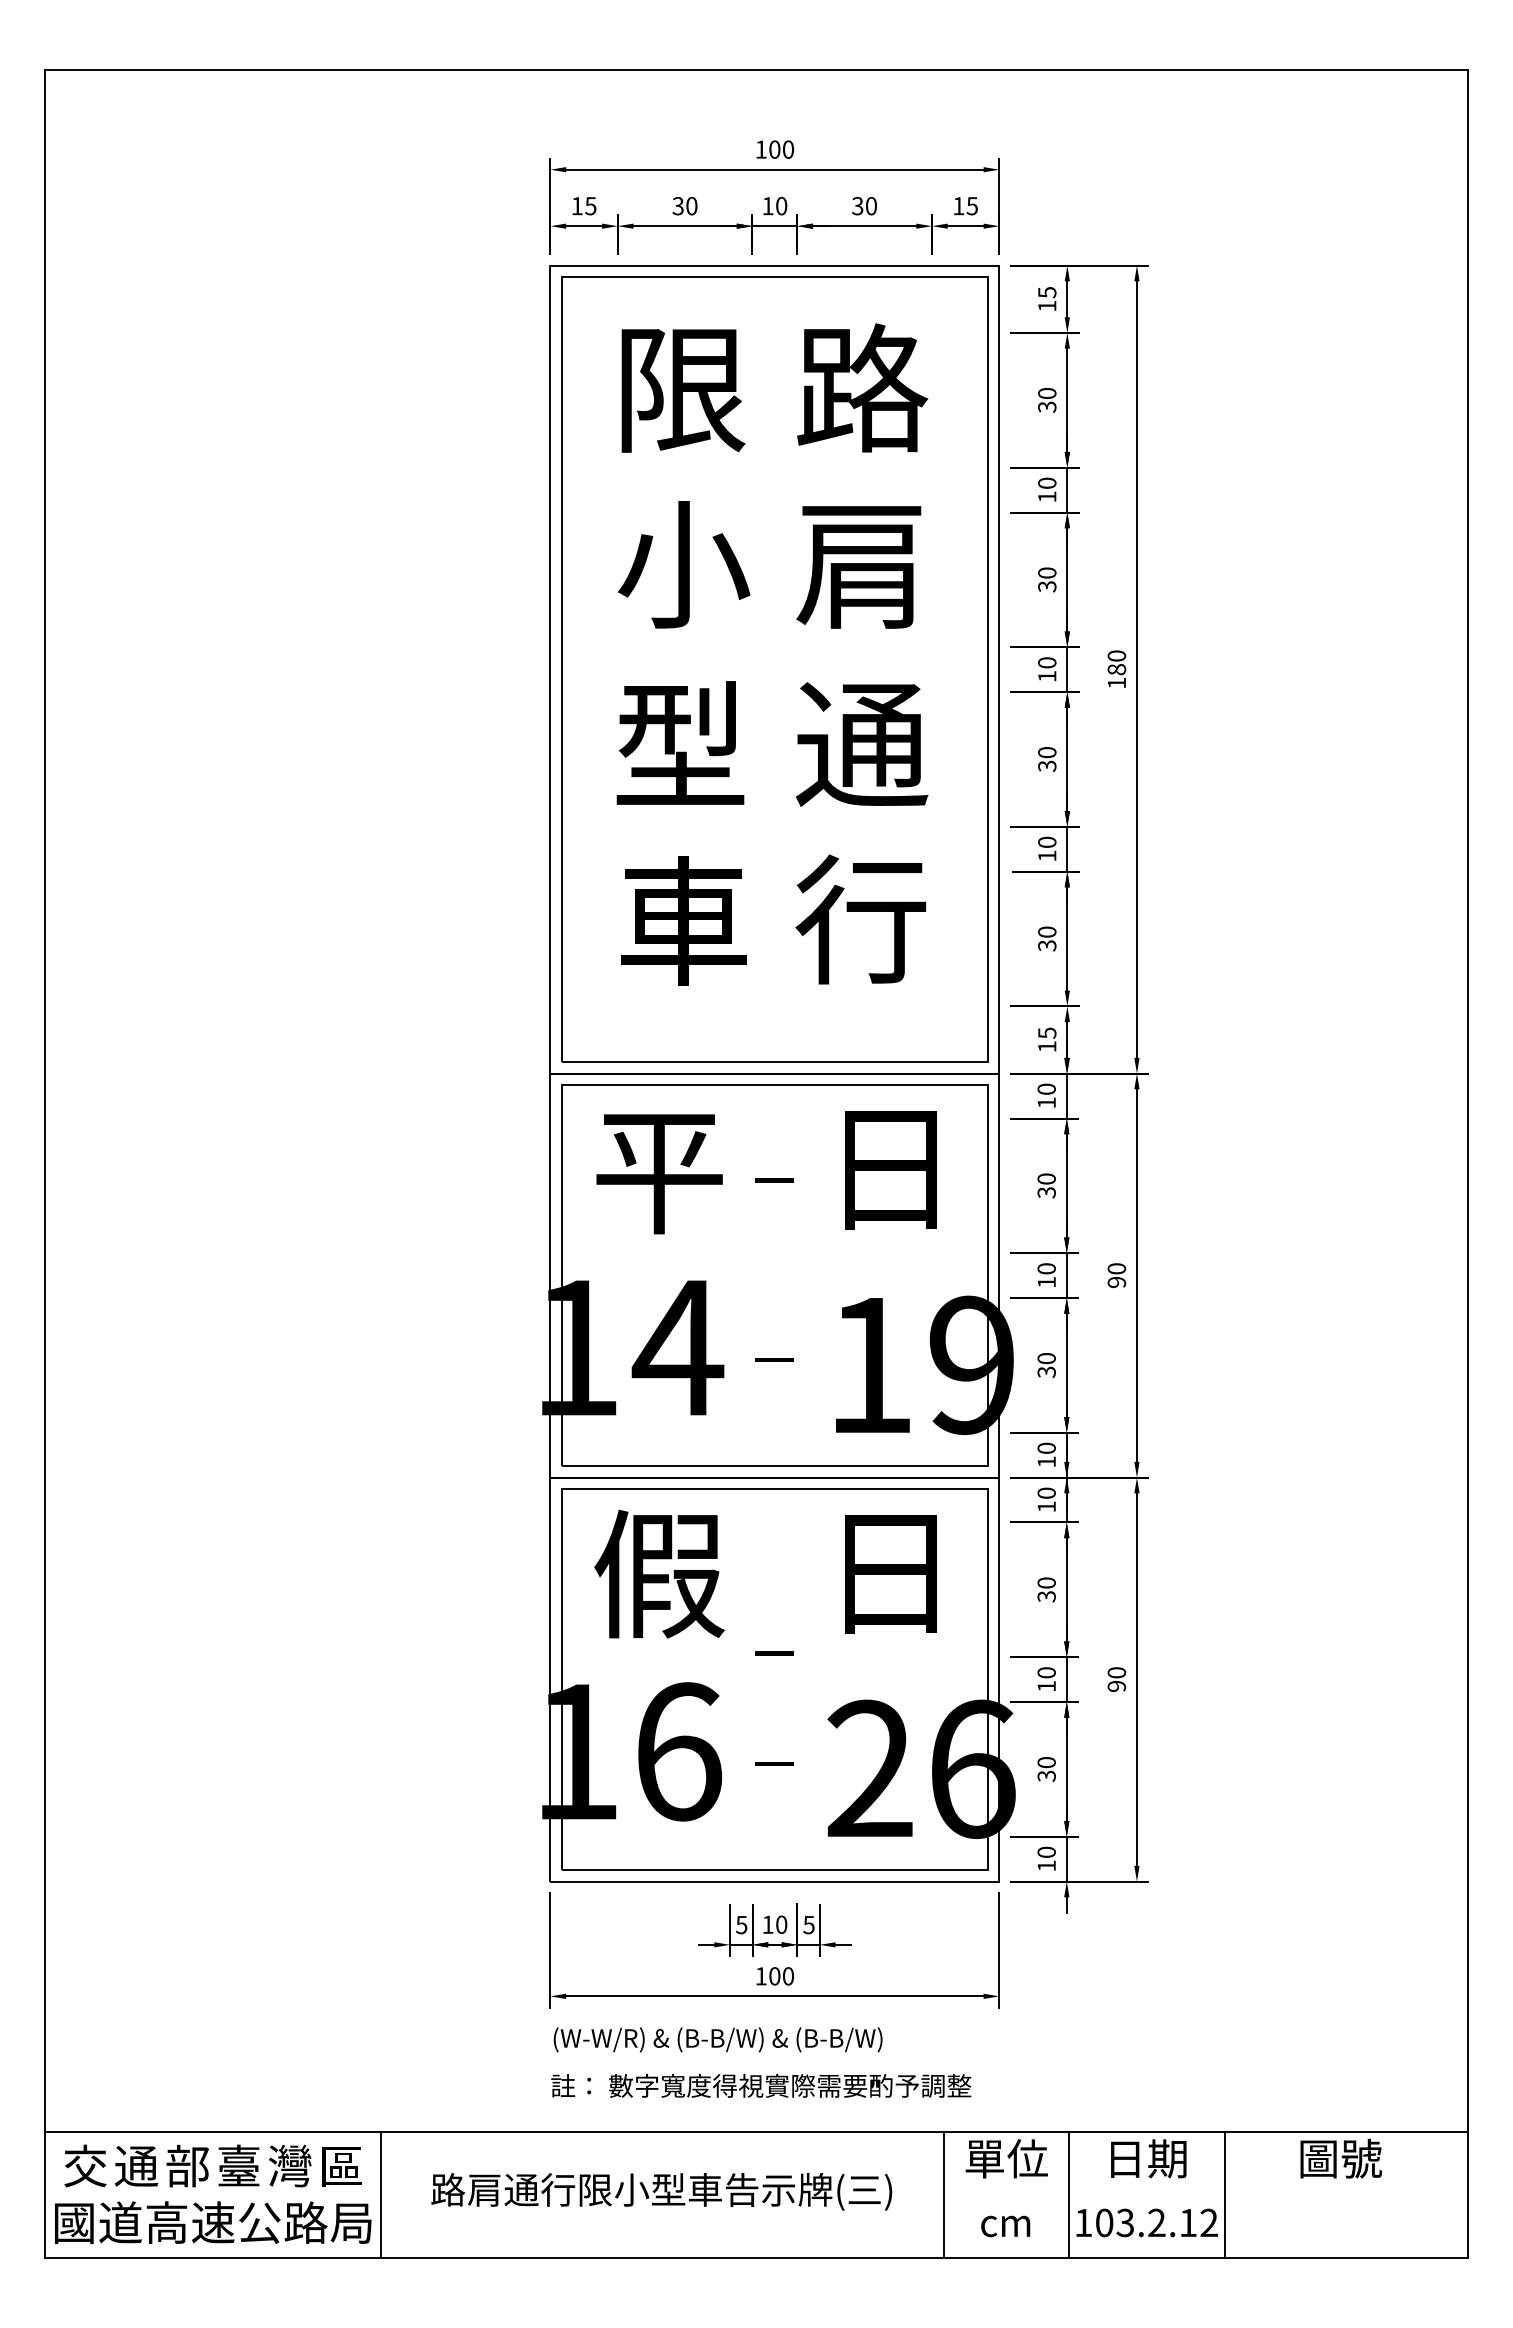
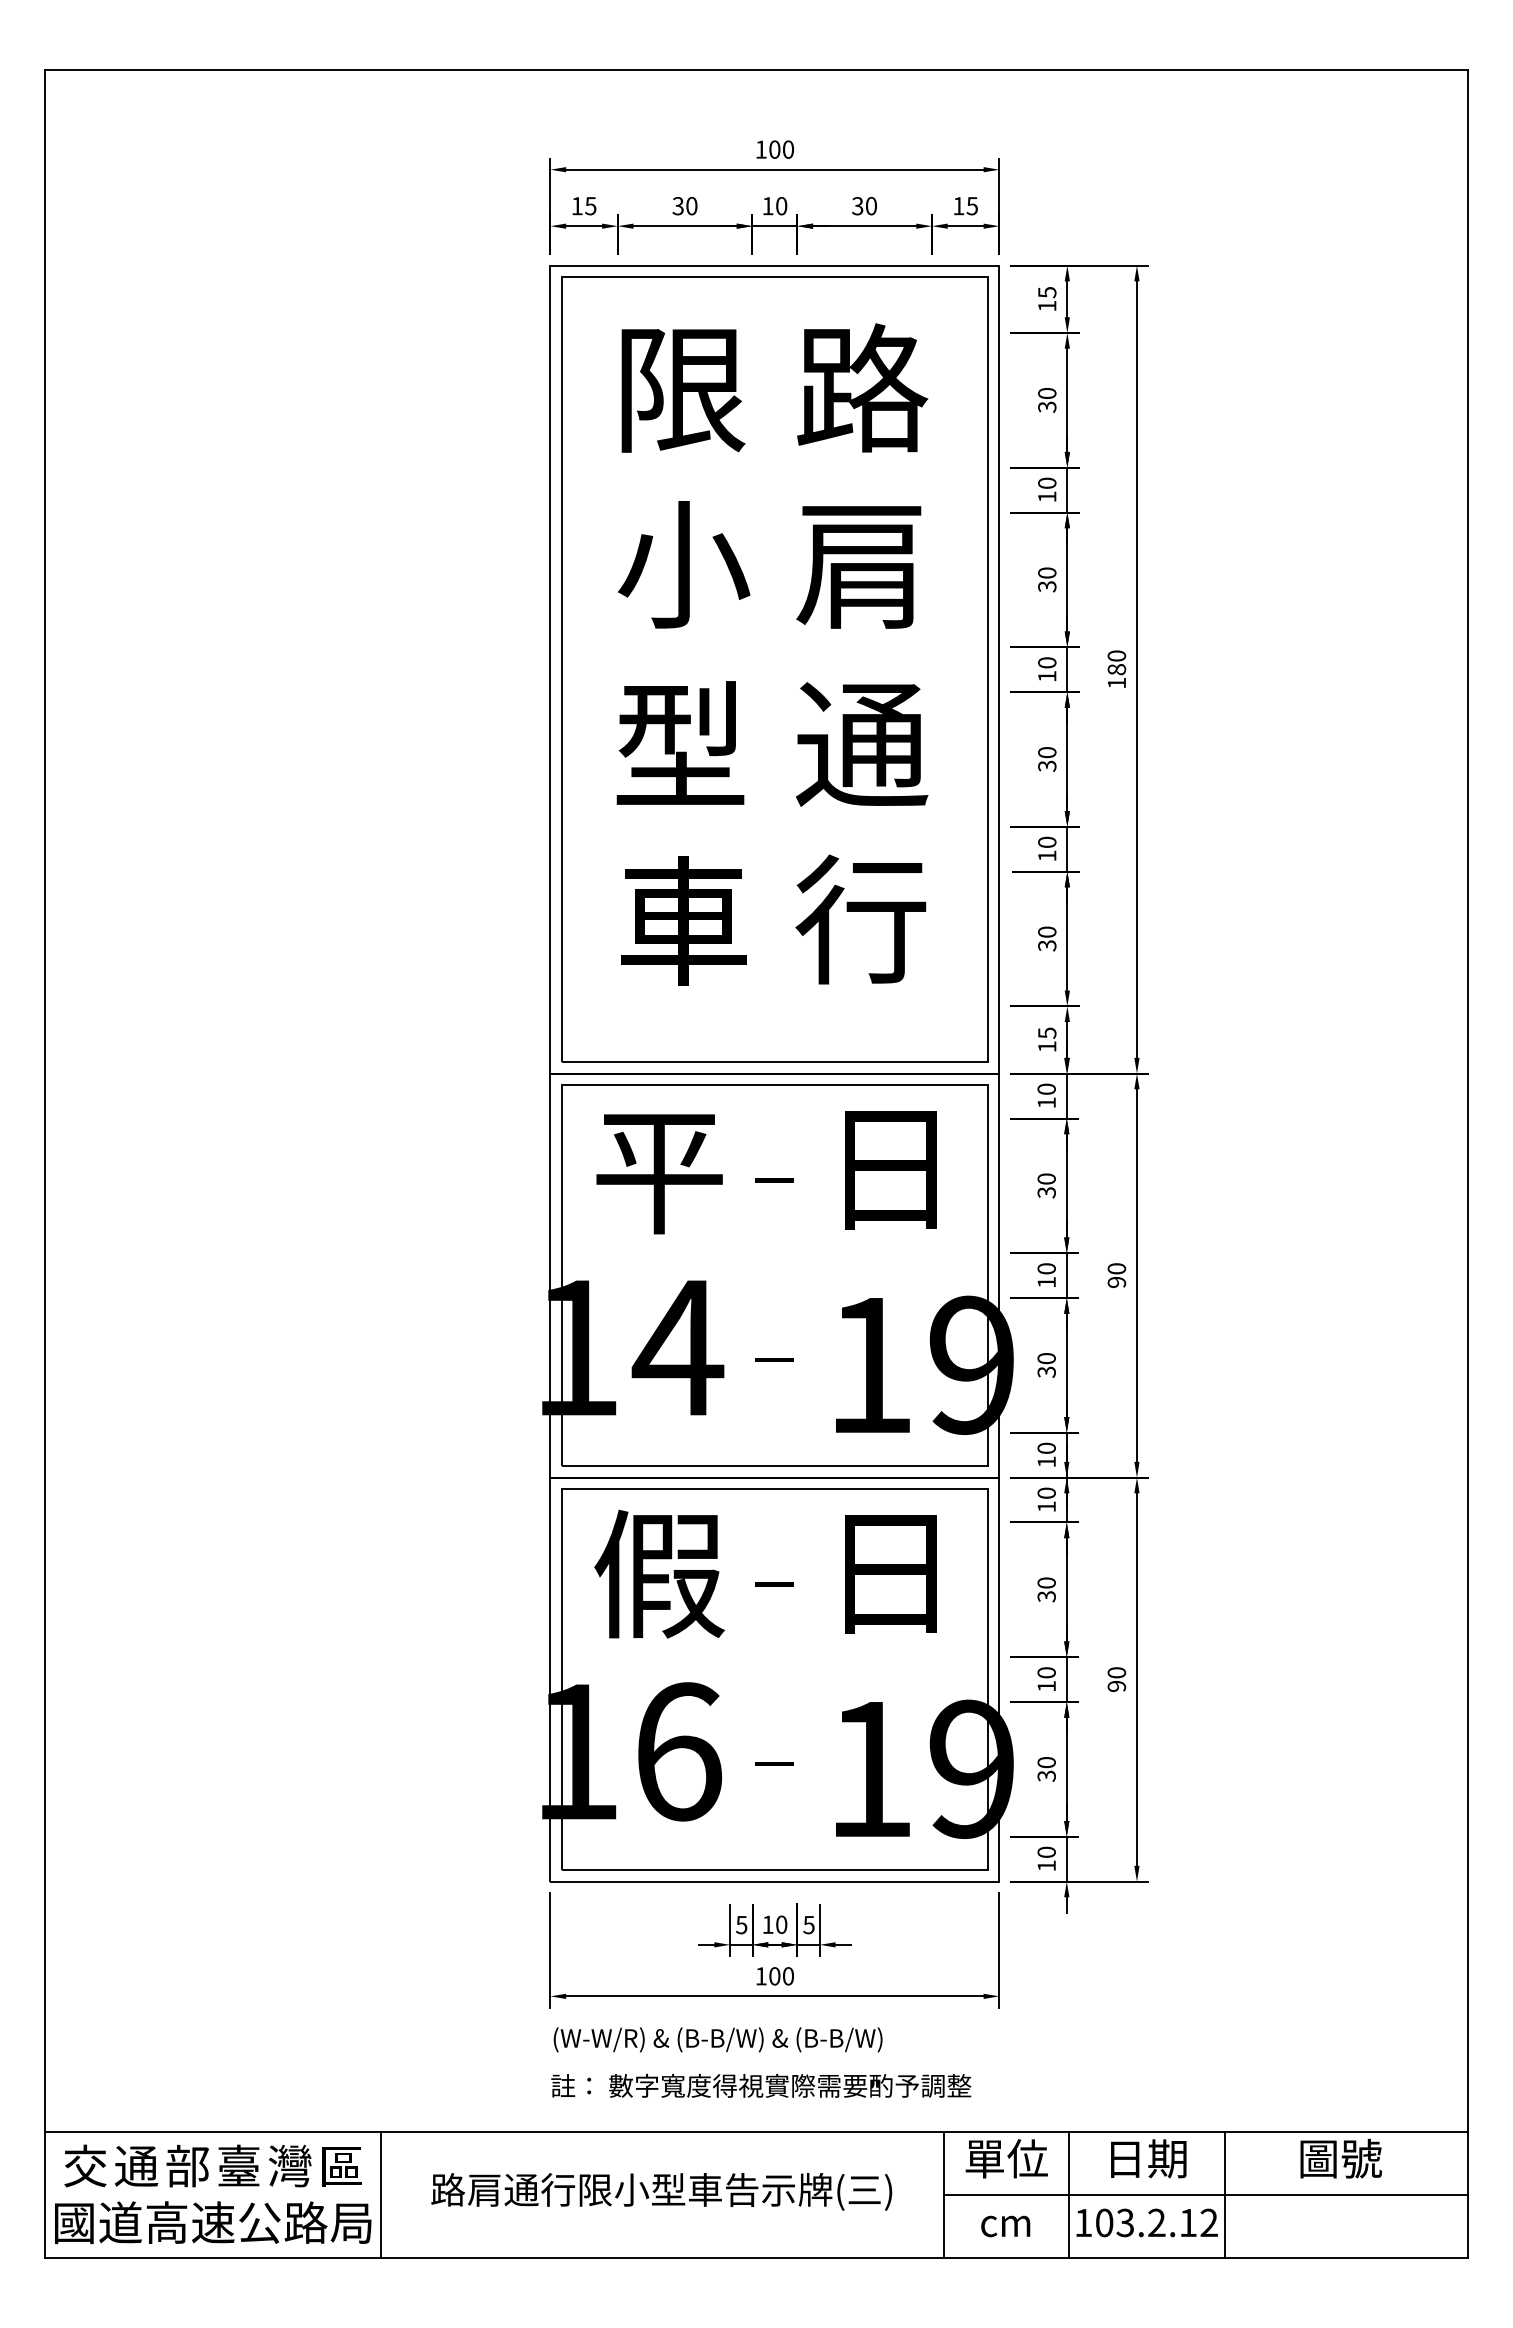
text at (774, 1653) position: (774, 1653) -> (774, 1584)
text at (921, 1768): 26 -> 19
line at (1205, 2194): none -> present
